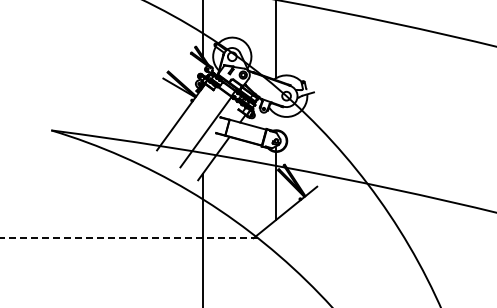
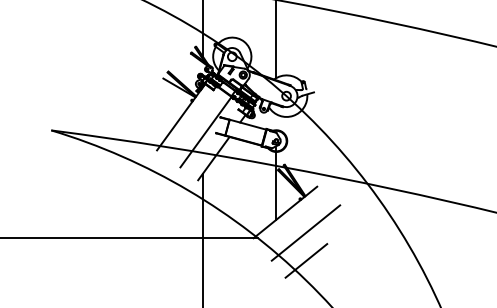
line at (305, 232): none -> present
line at (129, 237): dashed -> solid
line at (306, 260): none -> present
